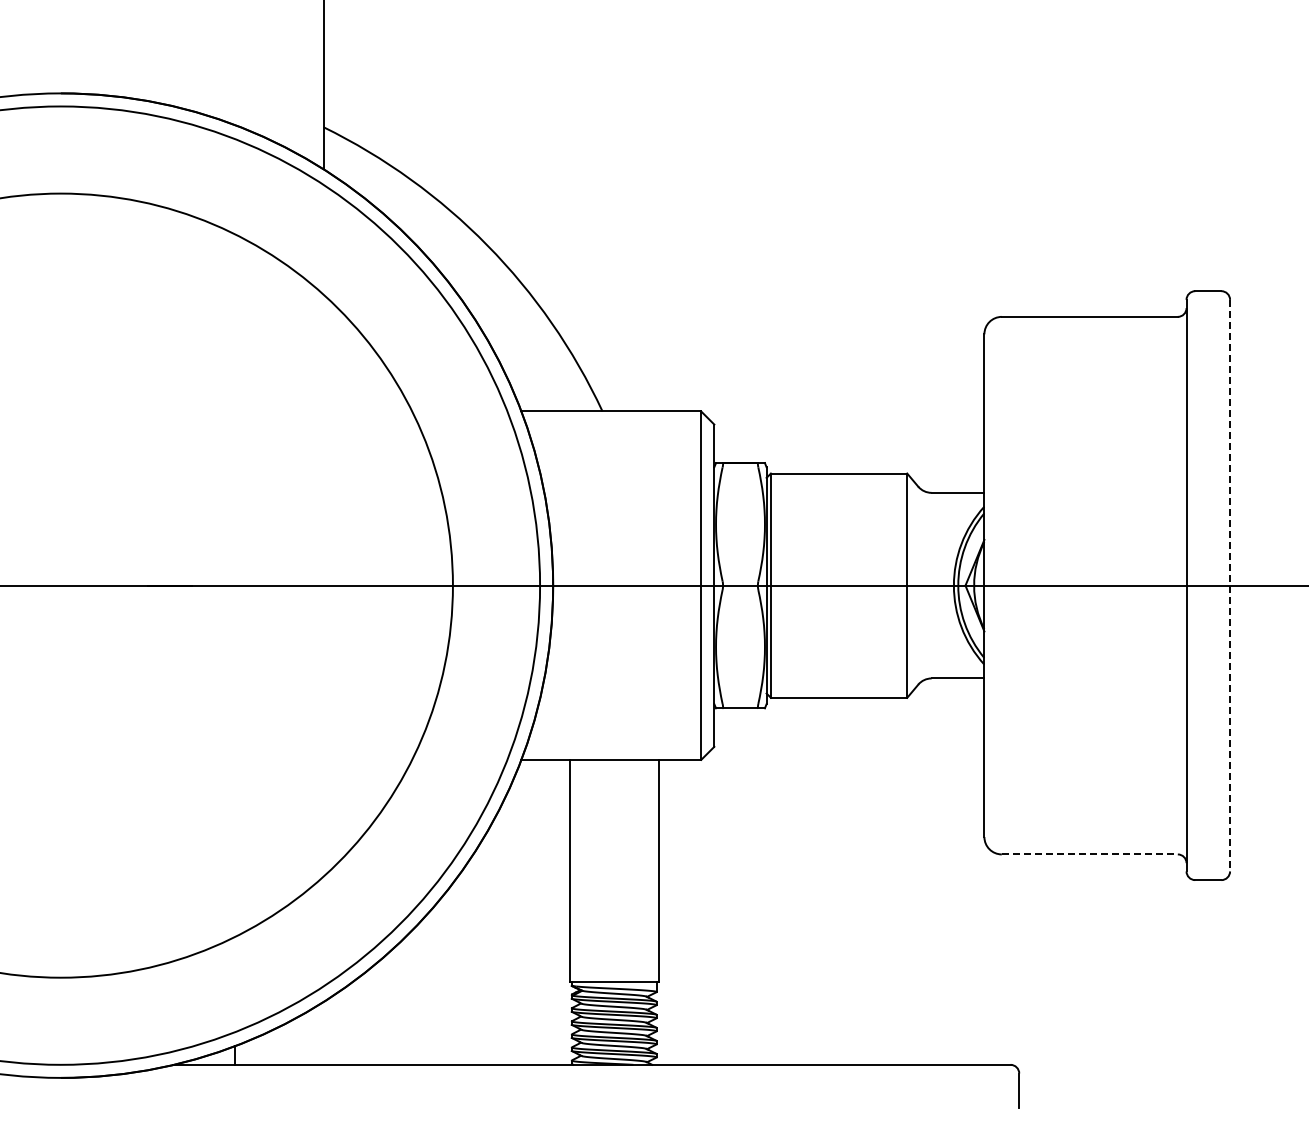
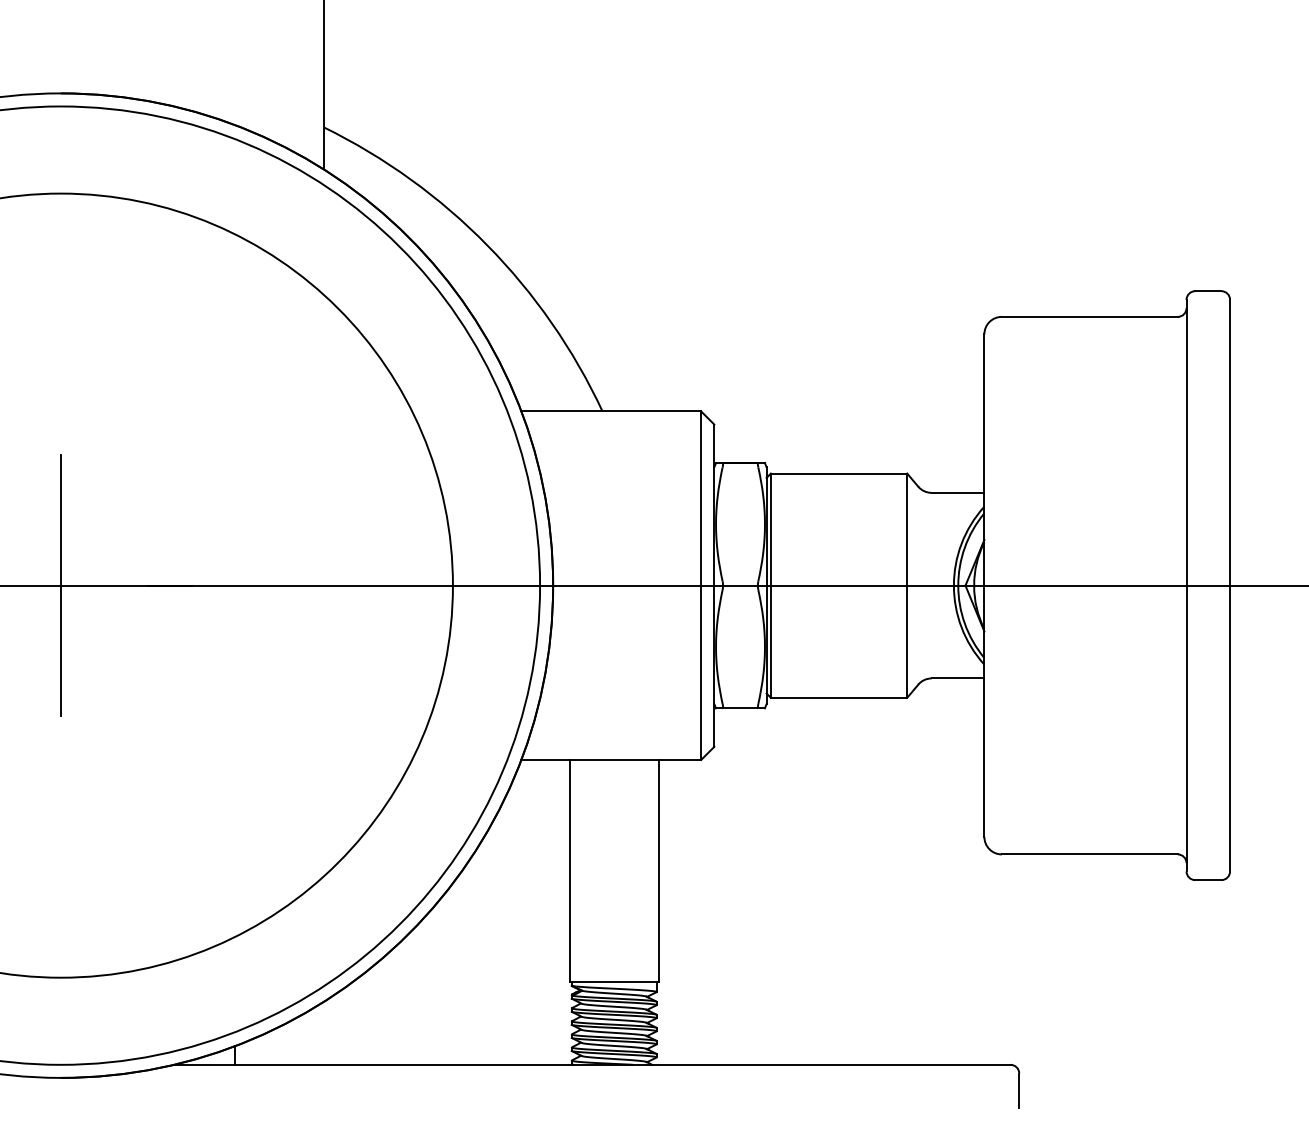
line at (60, 585): none -> present
line at (1230, 585): dashed -> solid
line at (1089, 854): dashed -> solid
